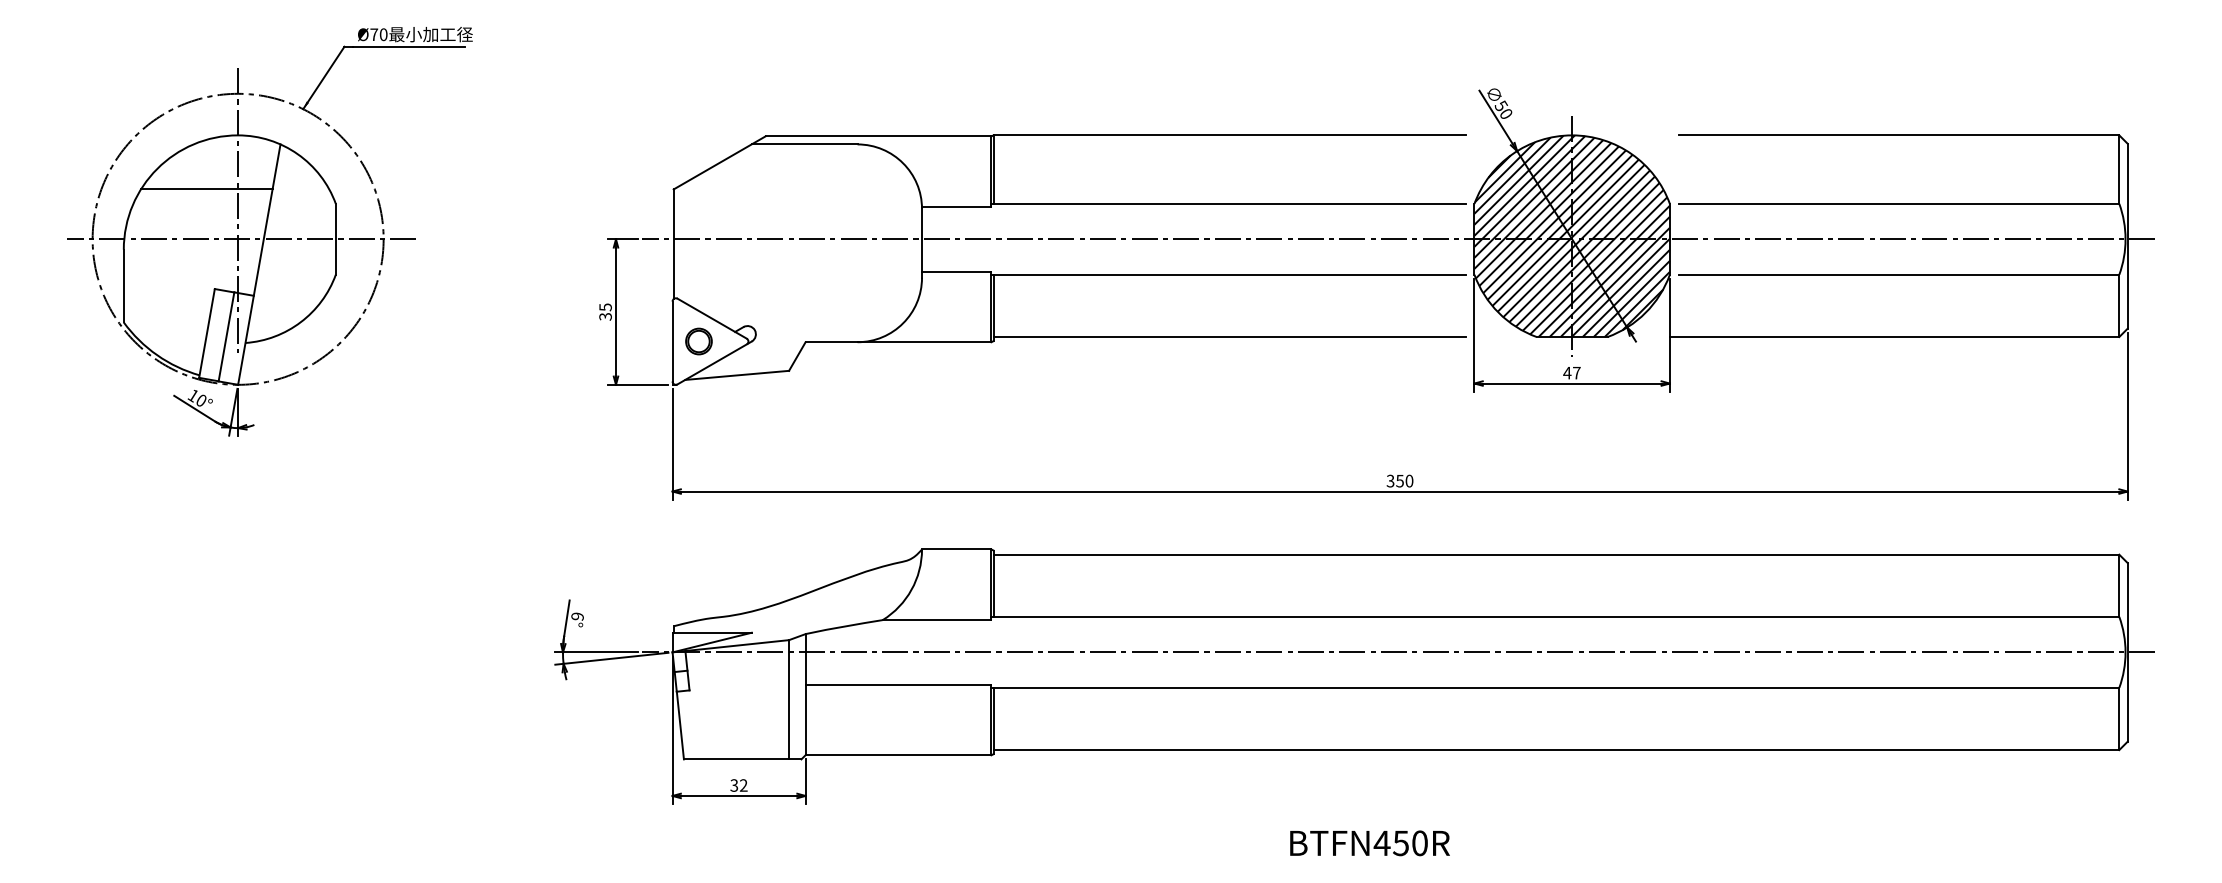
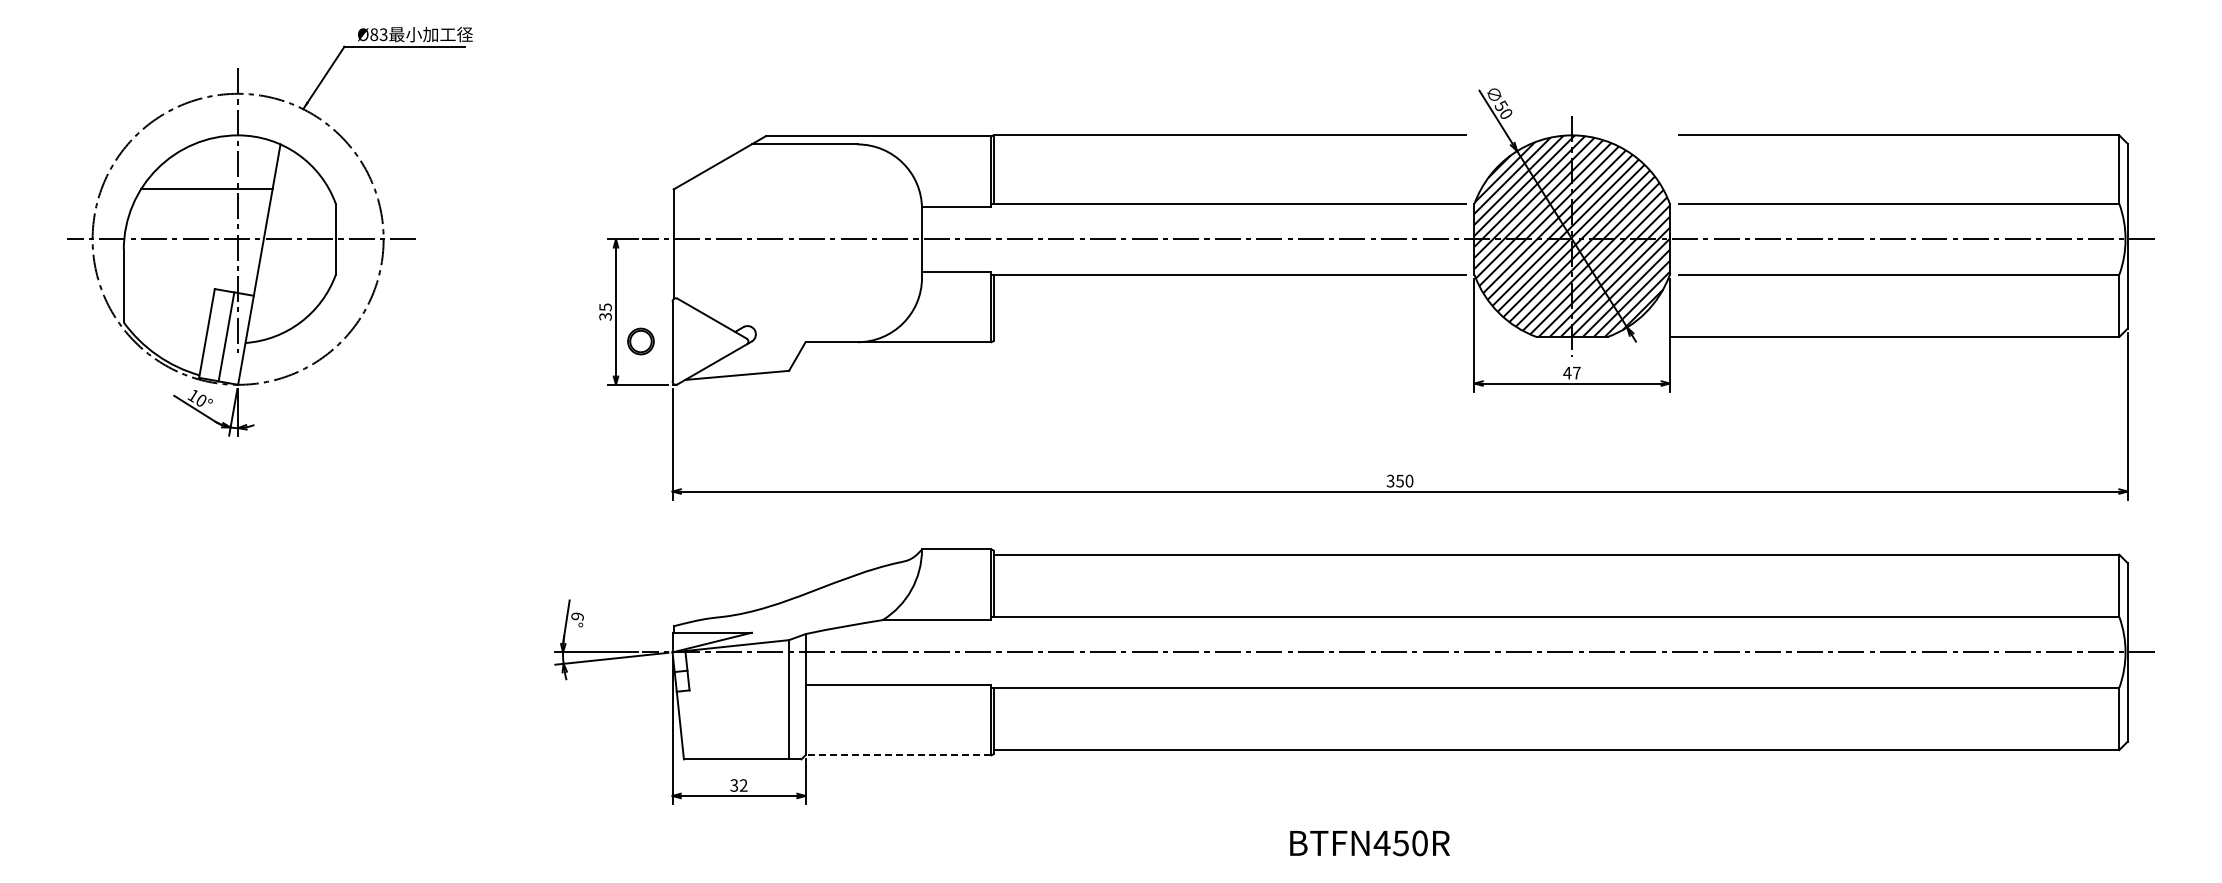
text at (378, 34): Ø70 -> Ø83
line at (1229, 337): present -> none
part at (698, 341) position: (698, 341) -> (640, 341)
line at (898, 755): solid -> dashed
